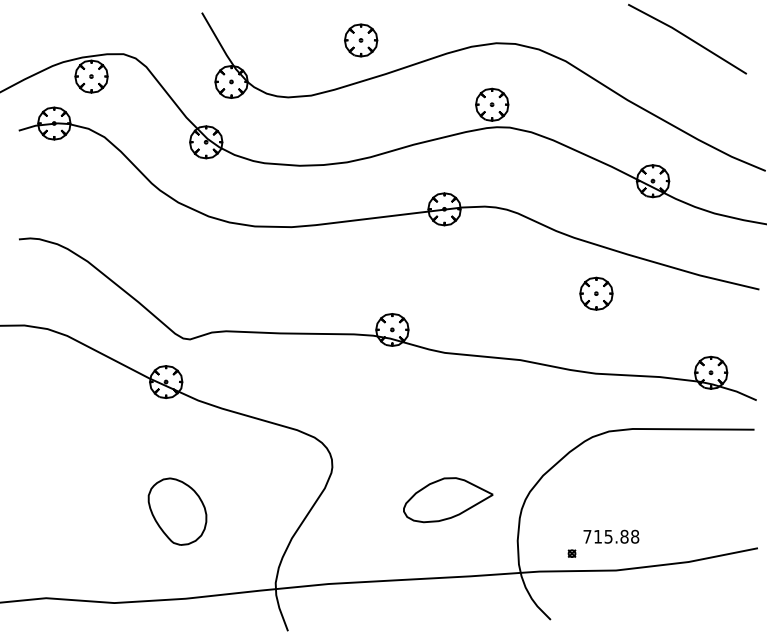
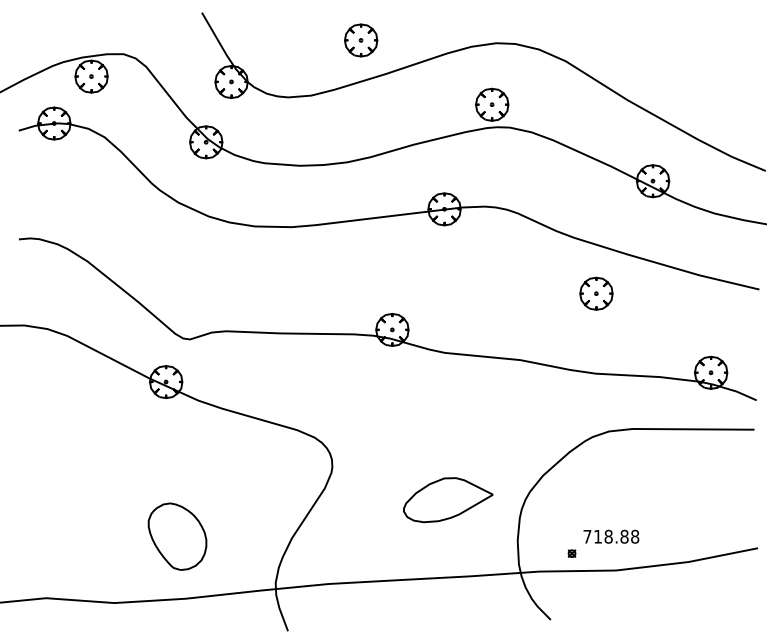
line at (687, 38): present -> none
part at (177, 511) position: (177, 511) -> (177, 536)
text at (608, 536): 715.88 -> 718.88
